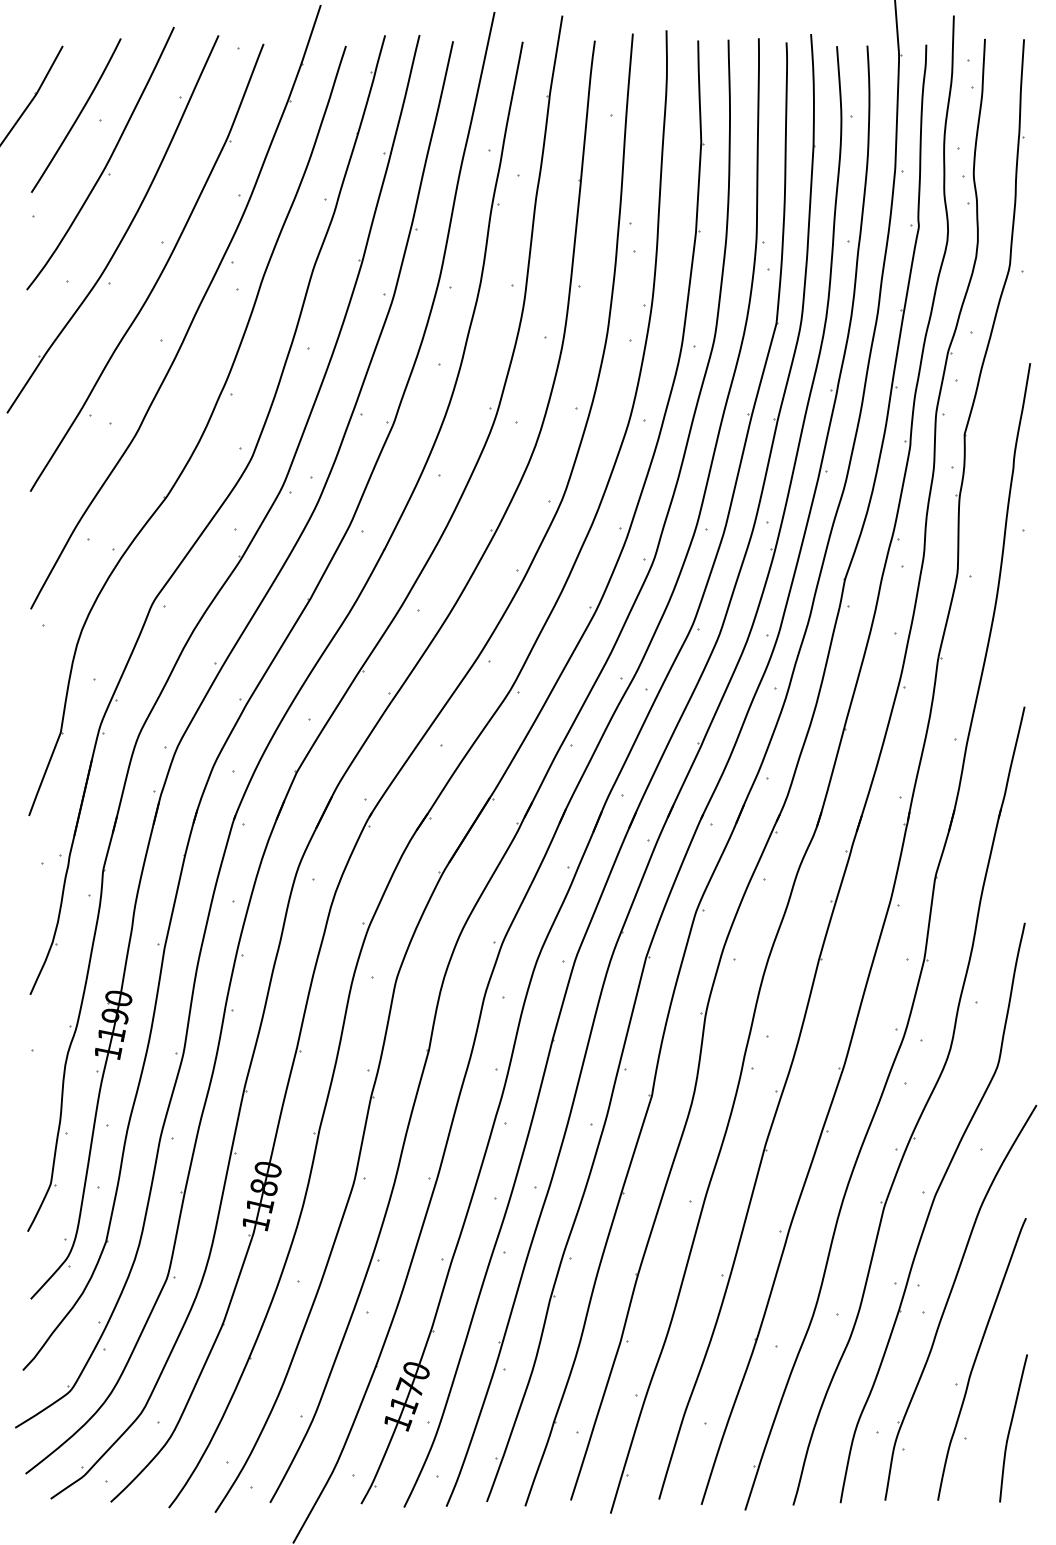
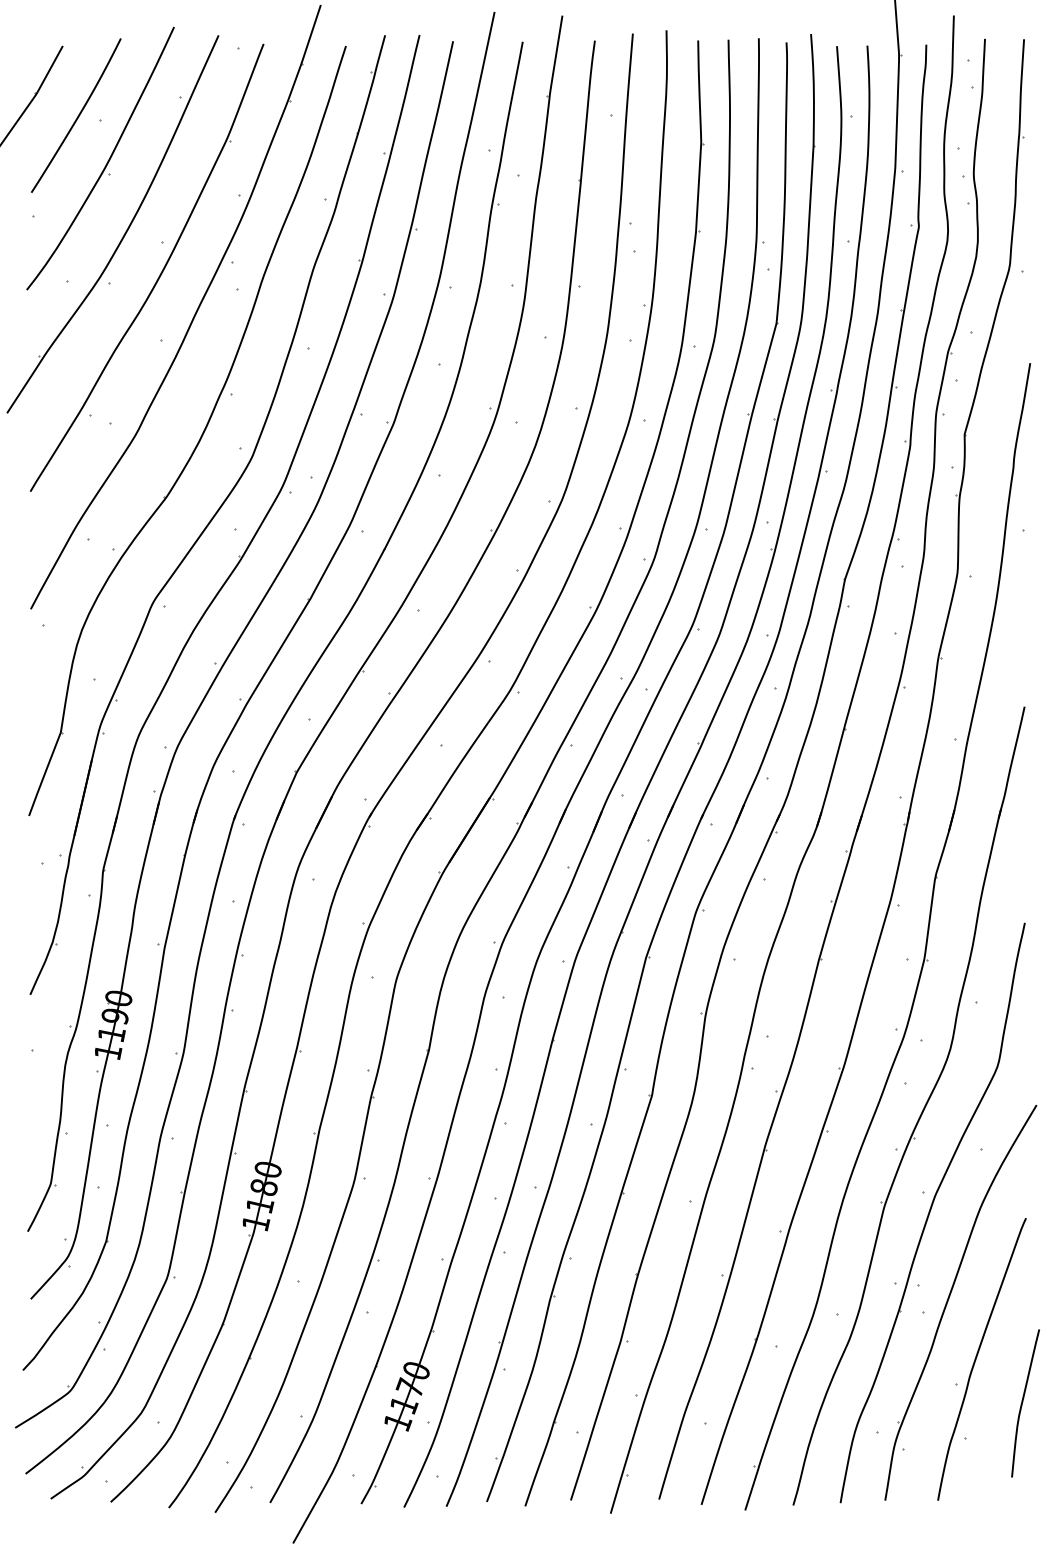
curve at (1011, 1427) position: (1011, 1427) -> (1023, 1402)
